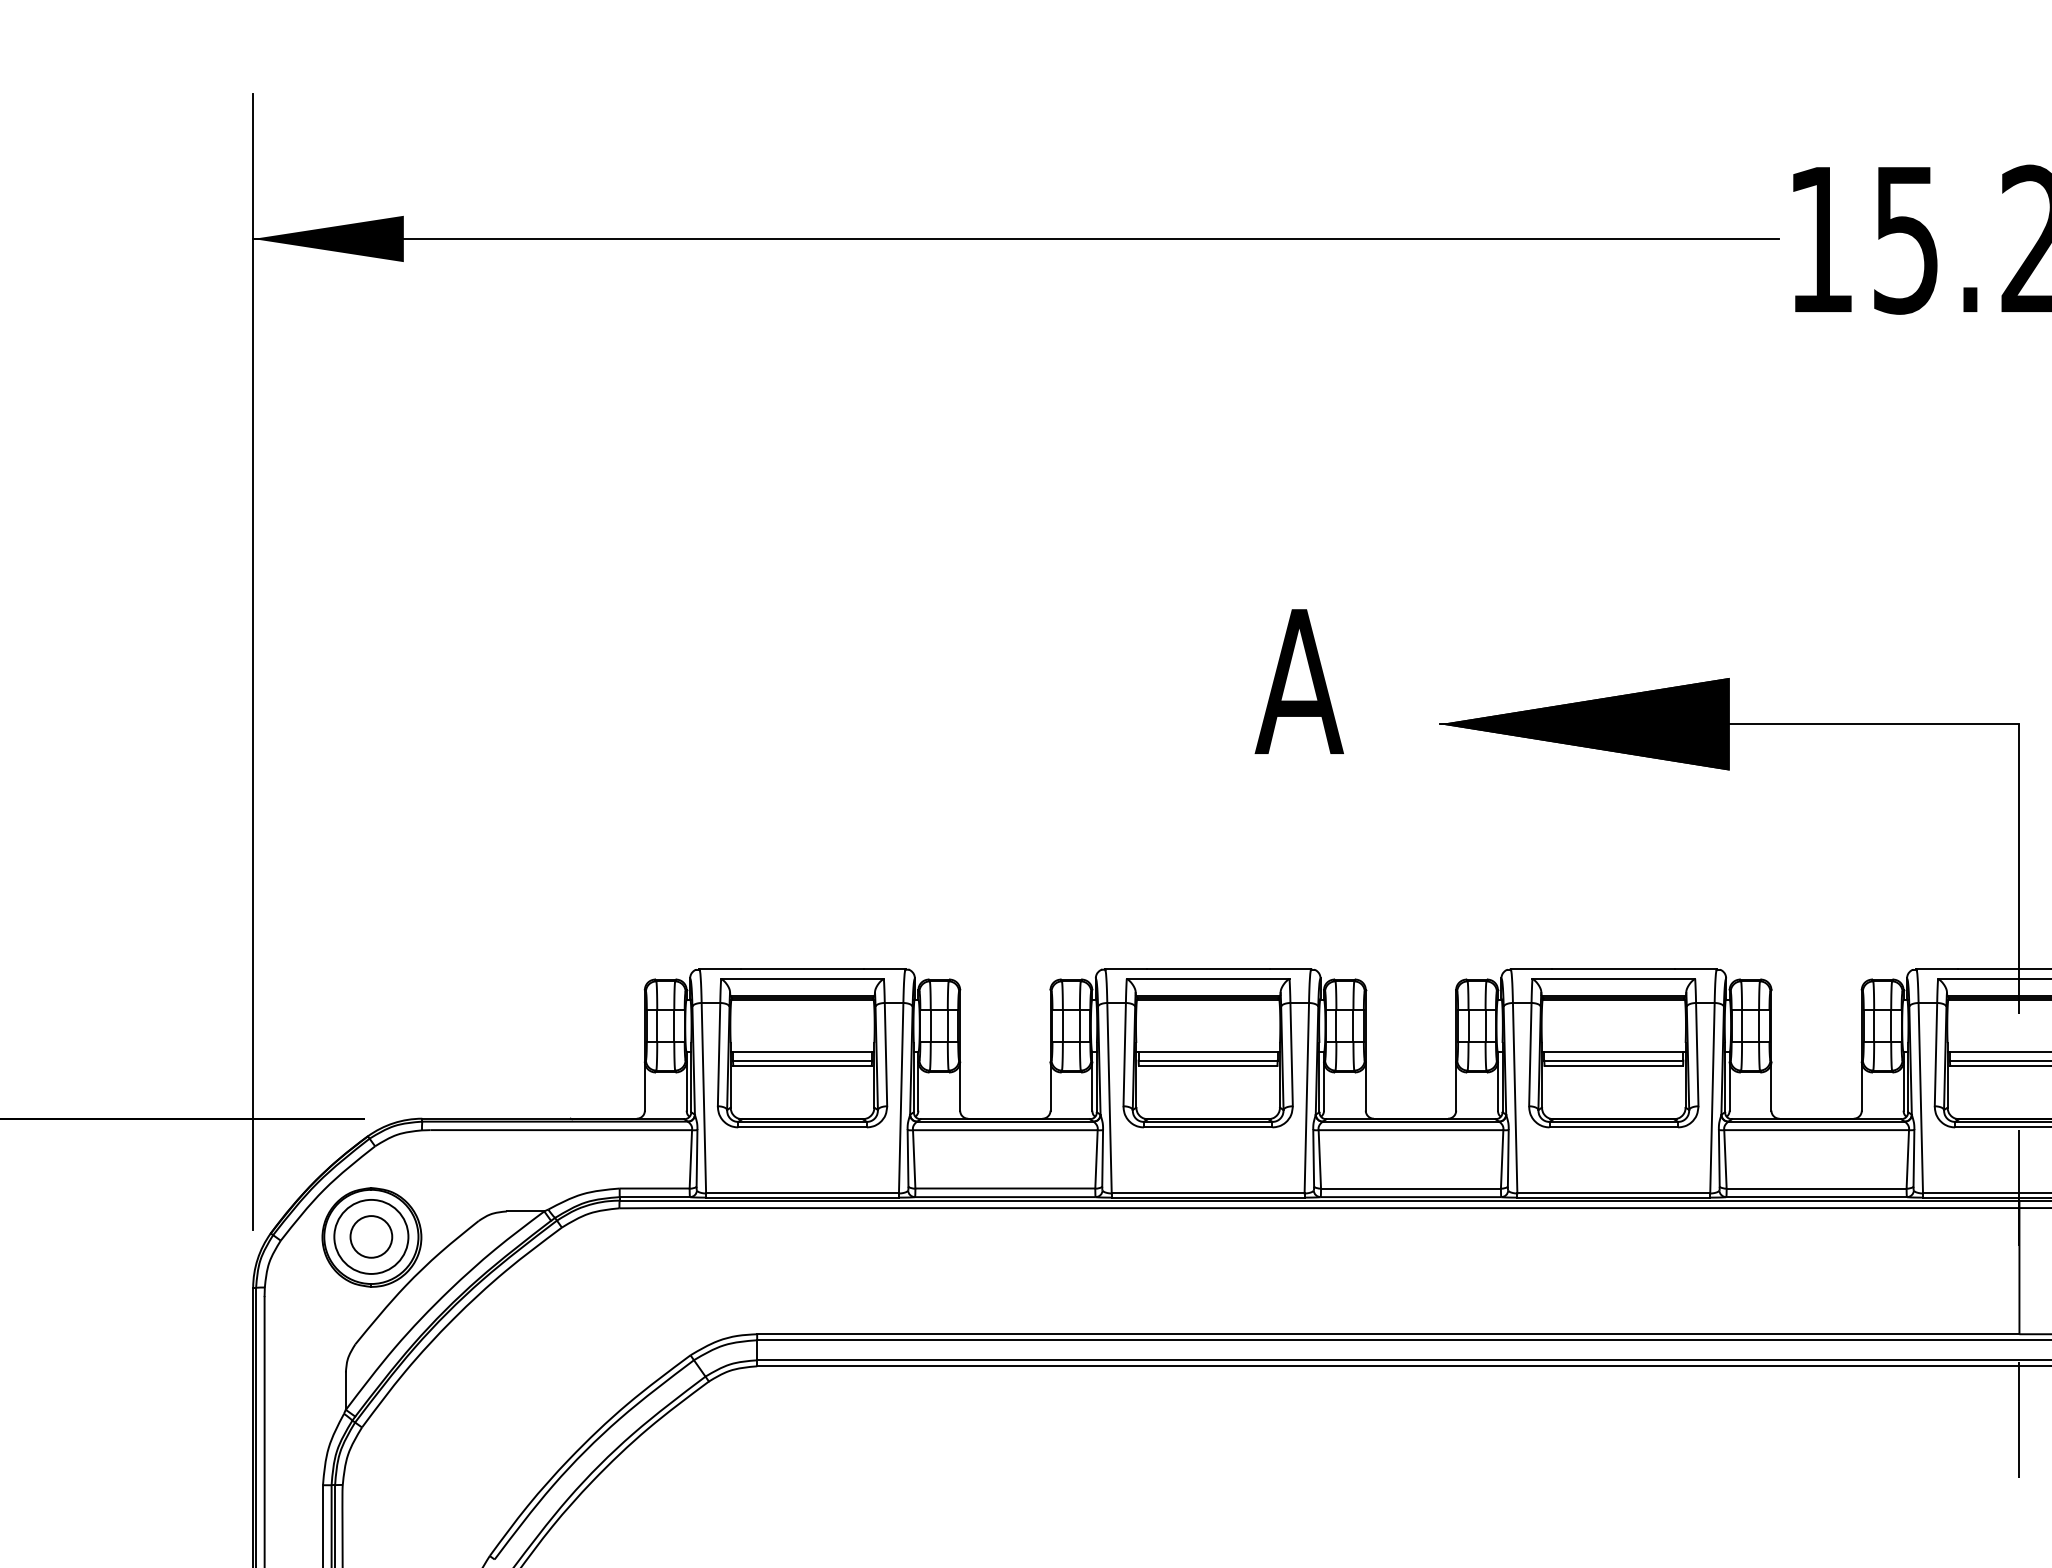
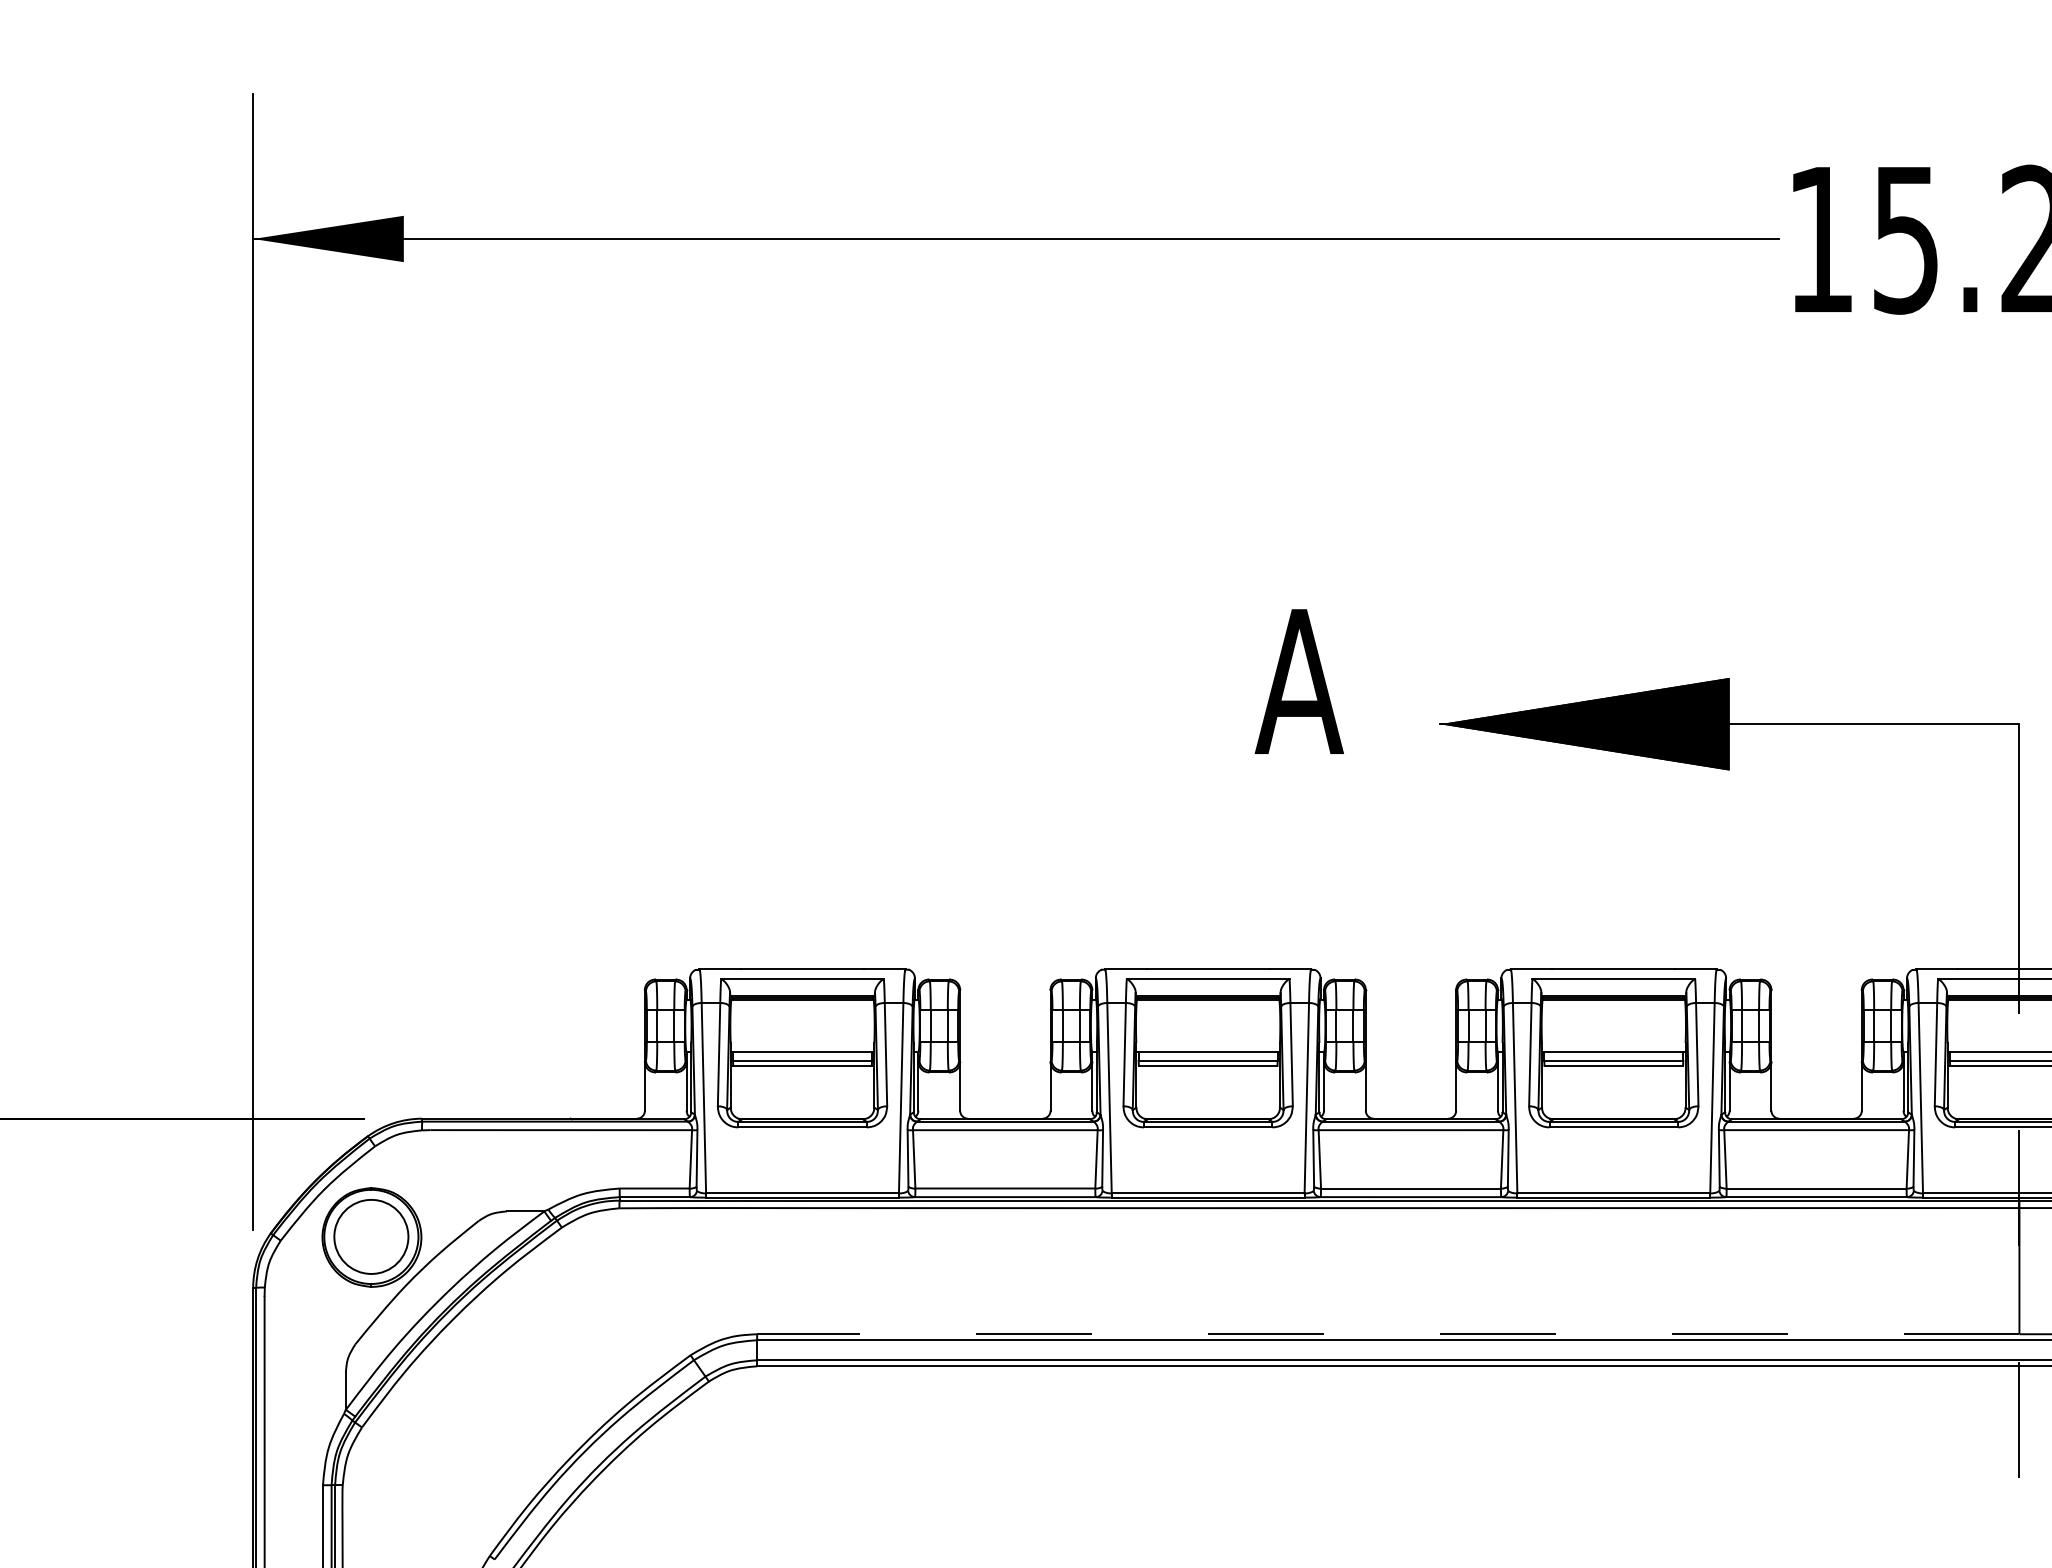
circle at (371, 1236): present -> none
line at (1387, 1334): solid -> dashed
